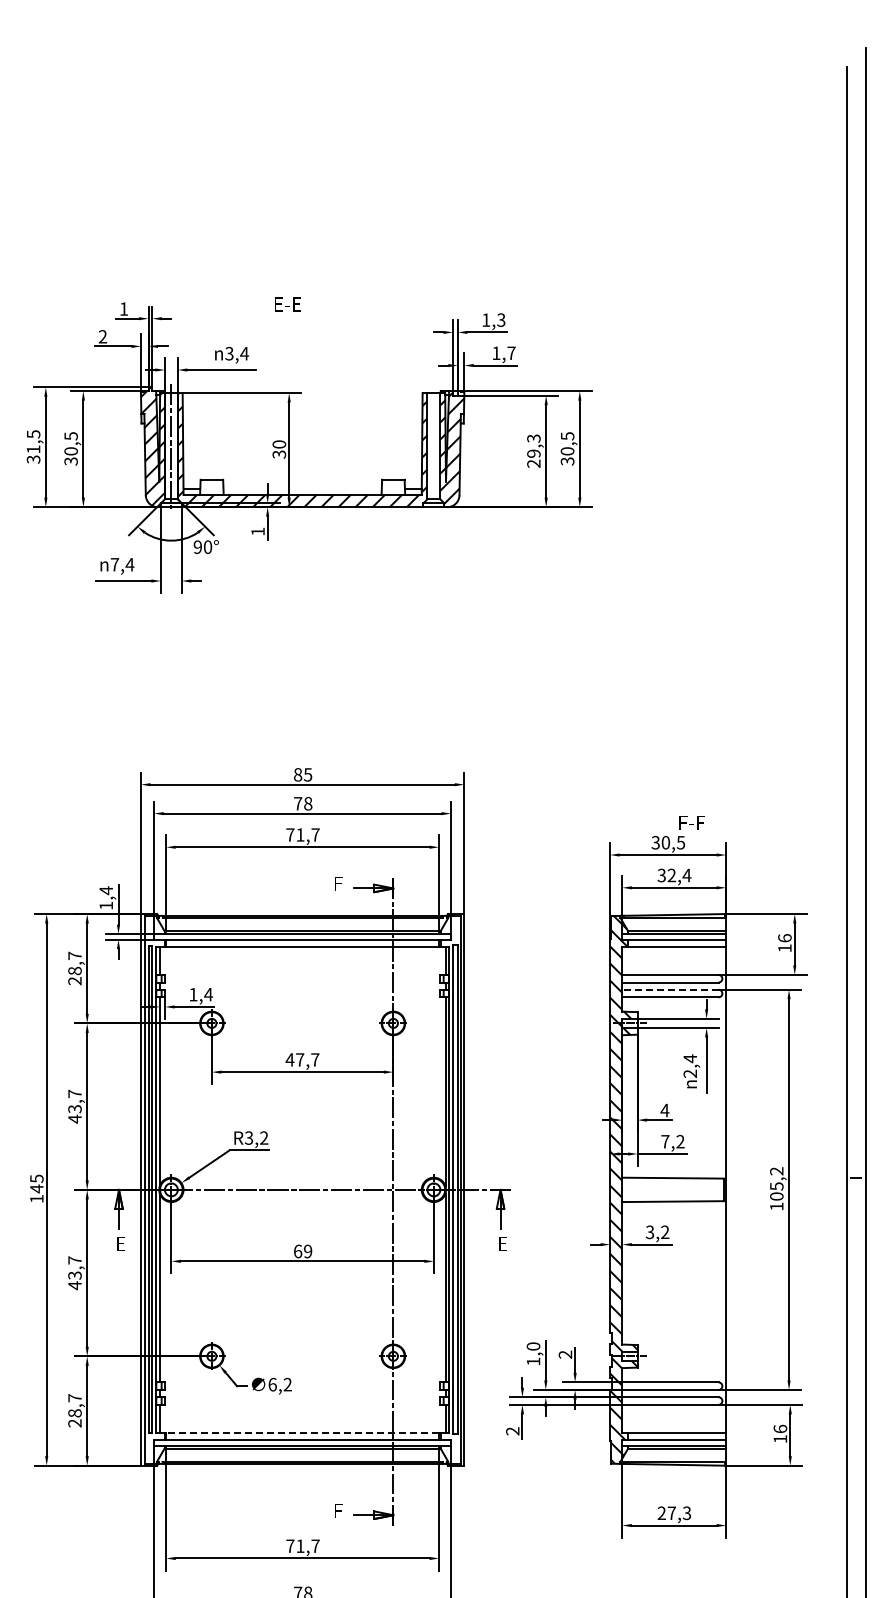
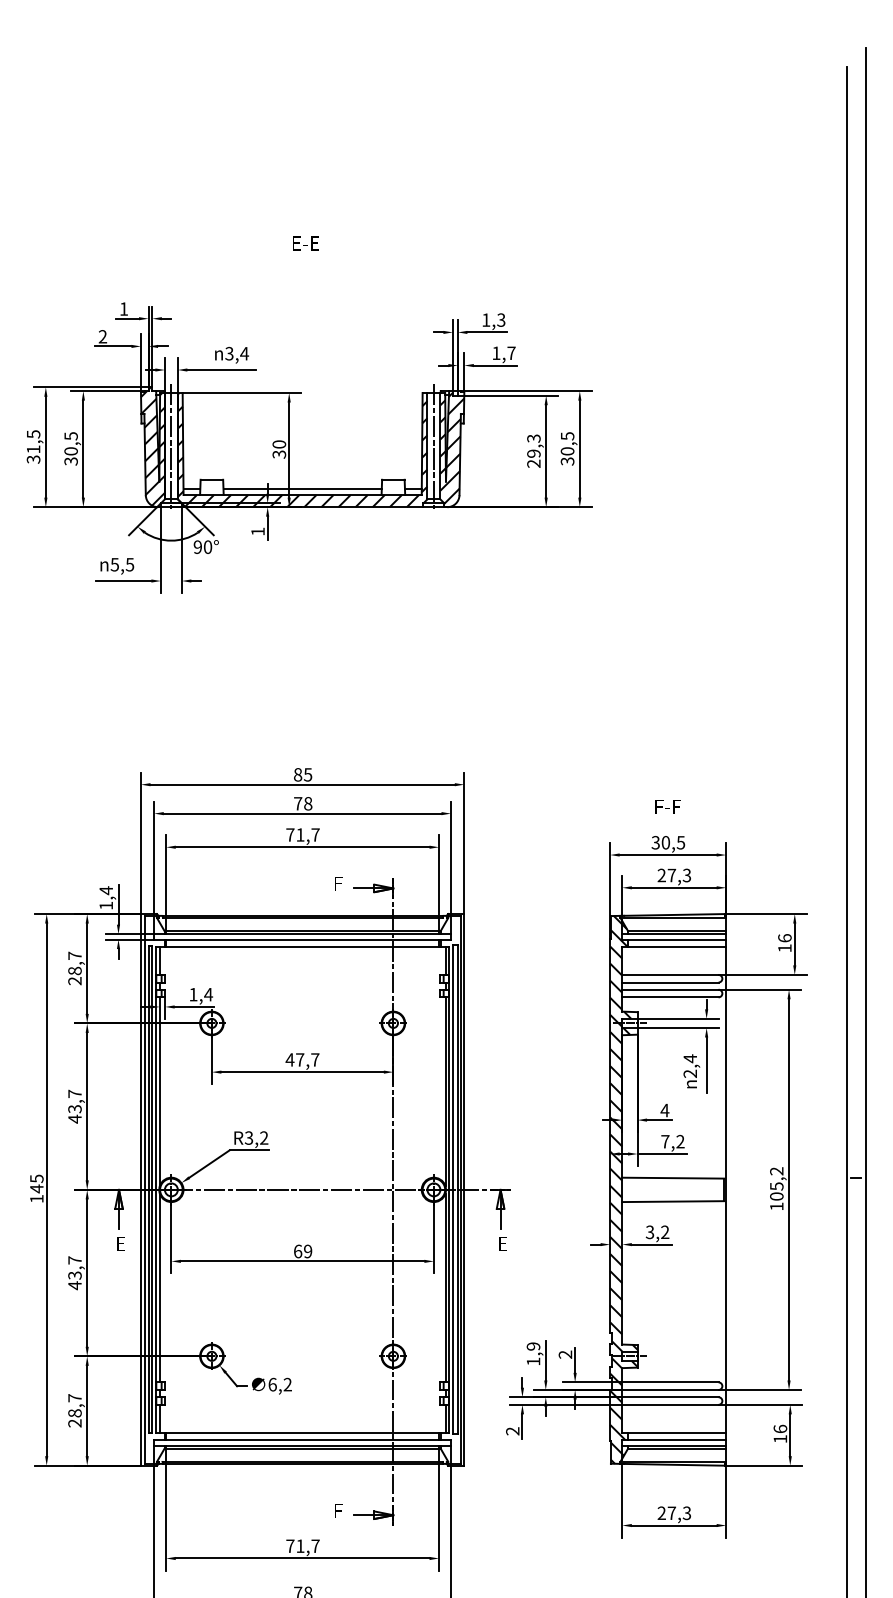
text at (287, 304) position: (287, 304) -> (305, 243)
line at (433, 445): none -> present
line at (302, 489): none -> present
text at (122, 564): 7,4 -> 5,5
text at (691, 822) position: (691, 822) -> (667, 806)
text at (674, 875): 32,4 -> 27,3
line at (669, 989): dashed -> solid
text at (533, 1346): 1,0 -> 1,9
line at (302, 1432): dashed -> solid
